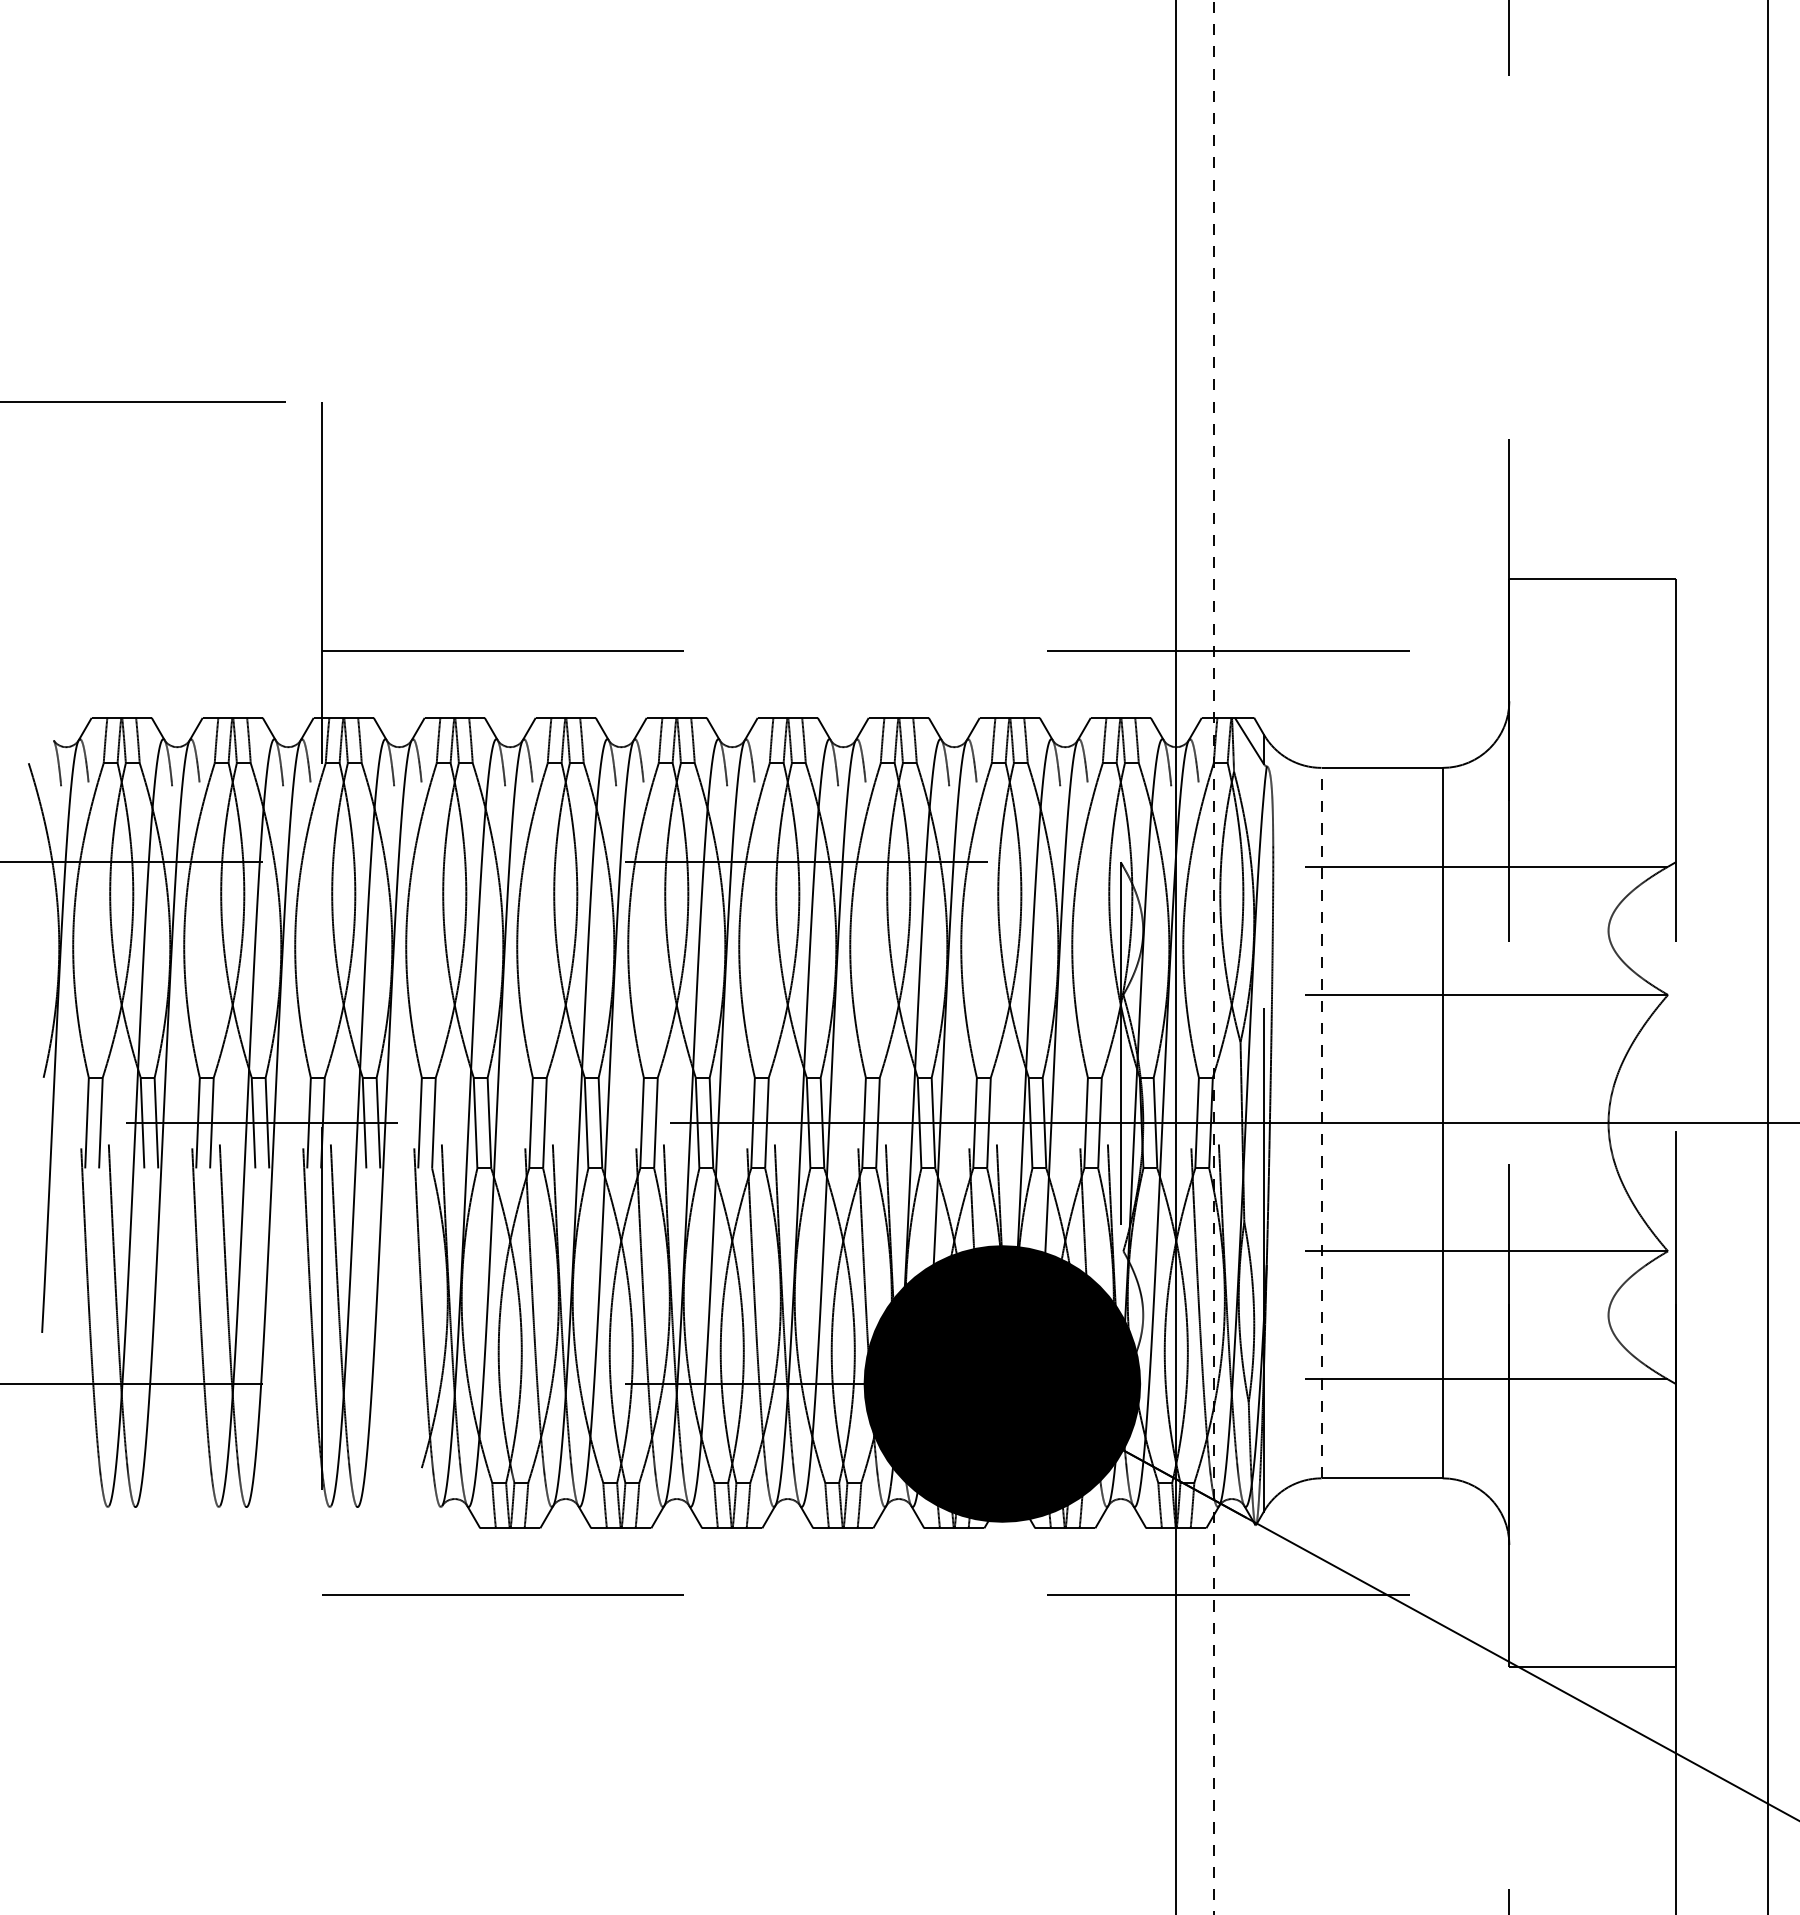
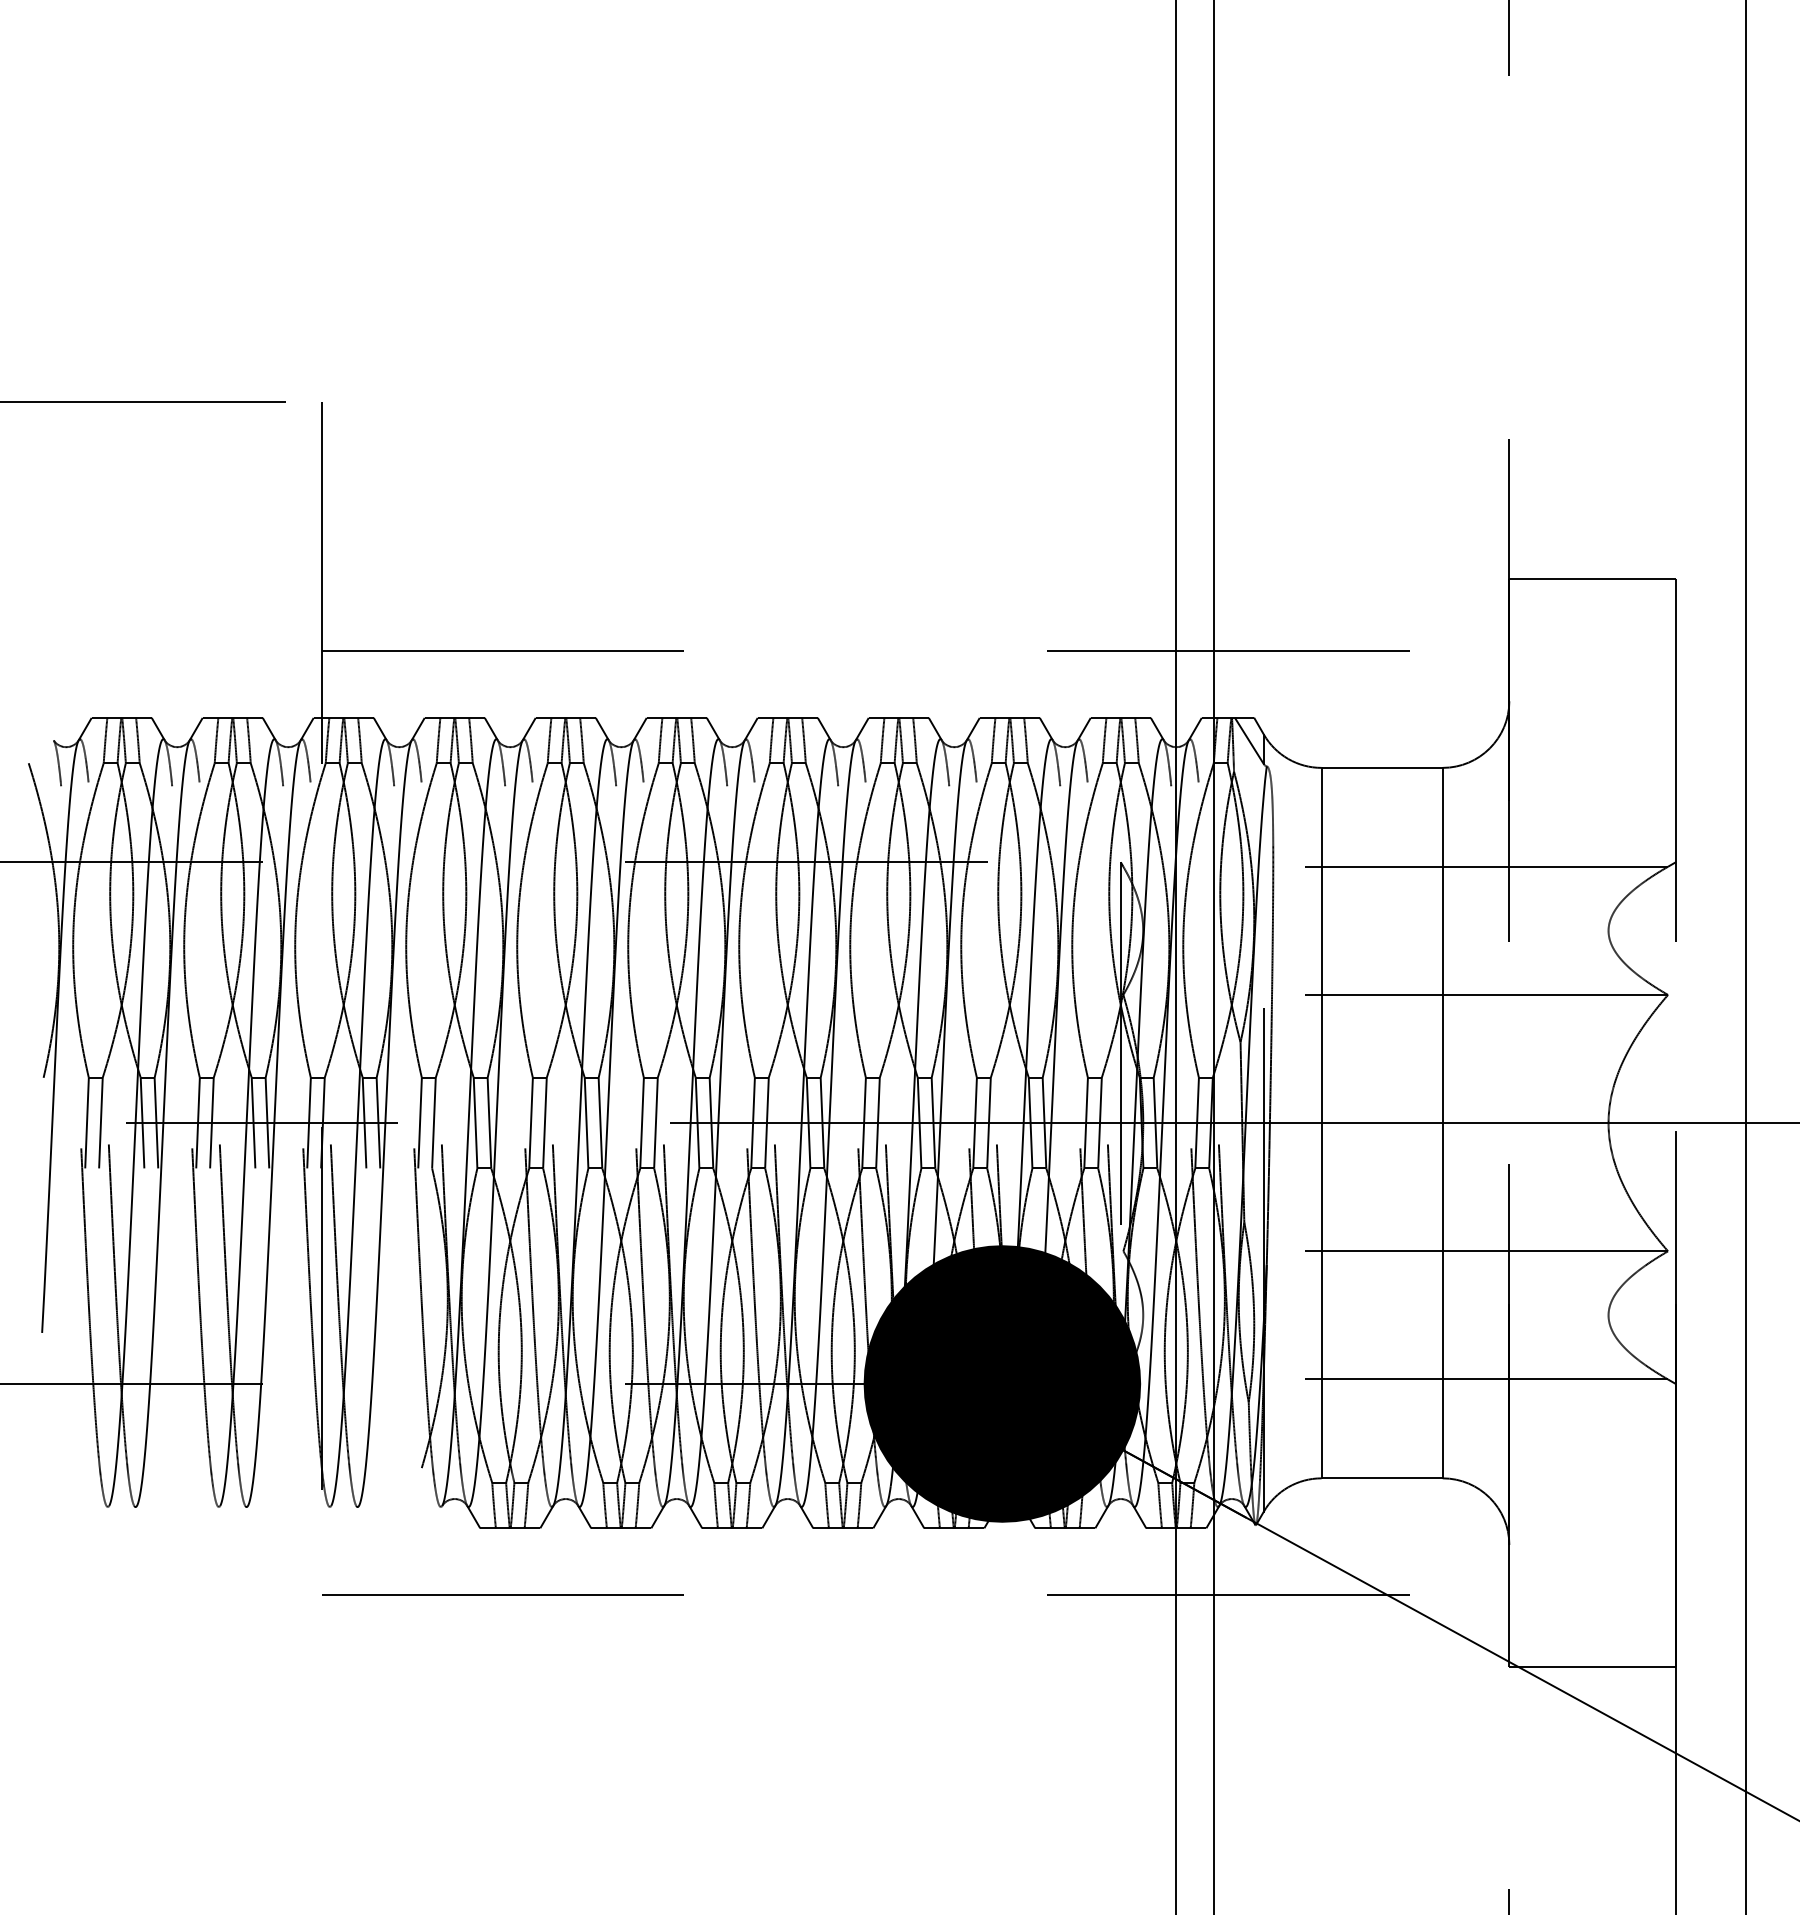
line at (1768, 956) position: (1768, 956) -> (1746, 956)
line at (1214, 958): dashed -> solid
line at (1321, 1122): dashed -> solid
